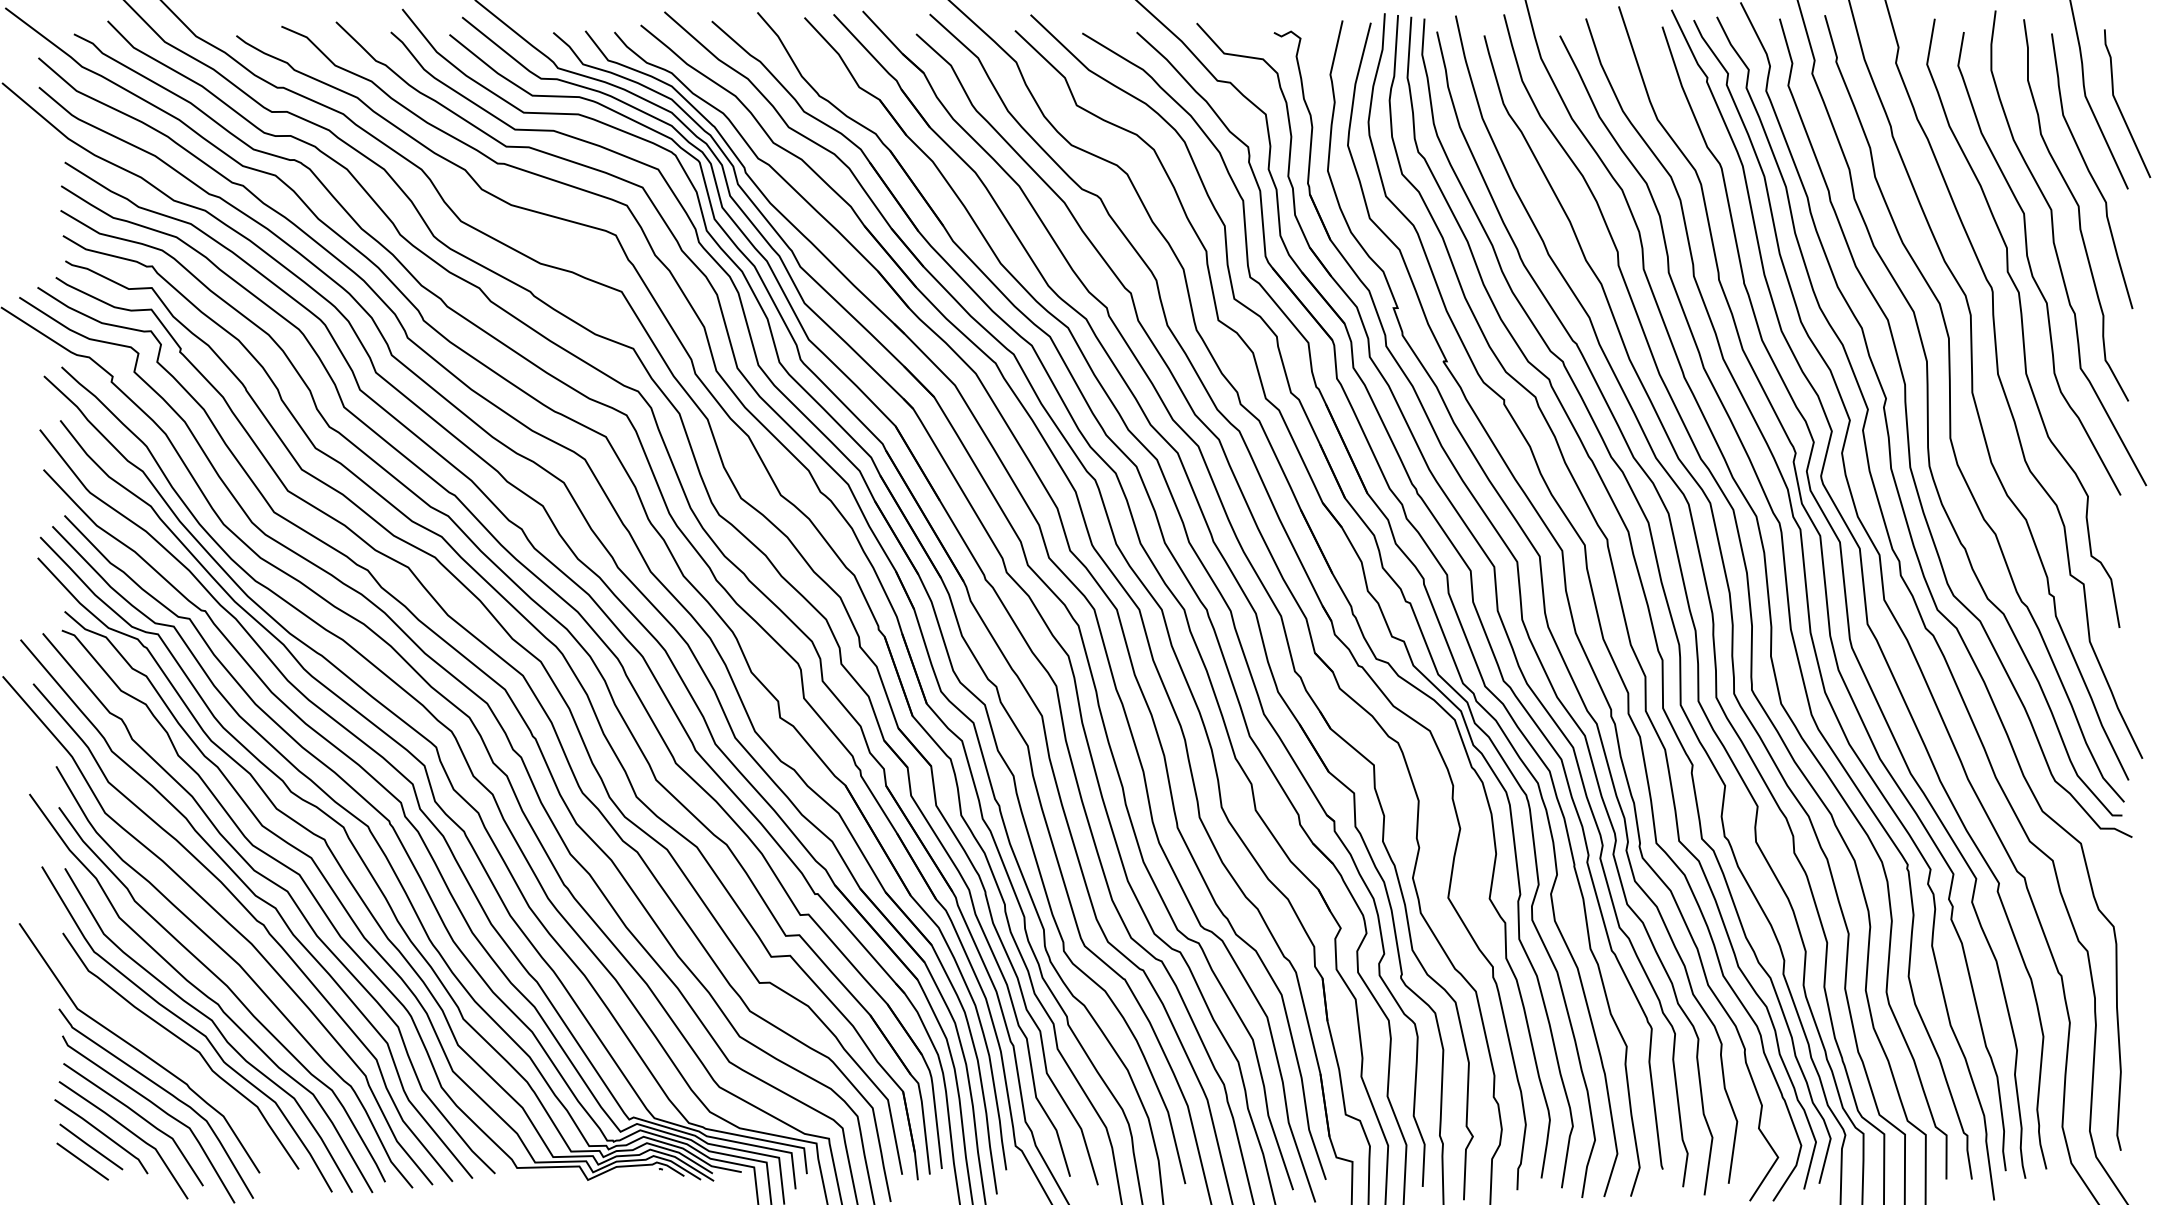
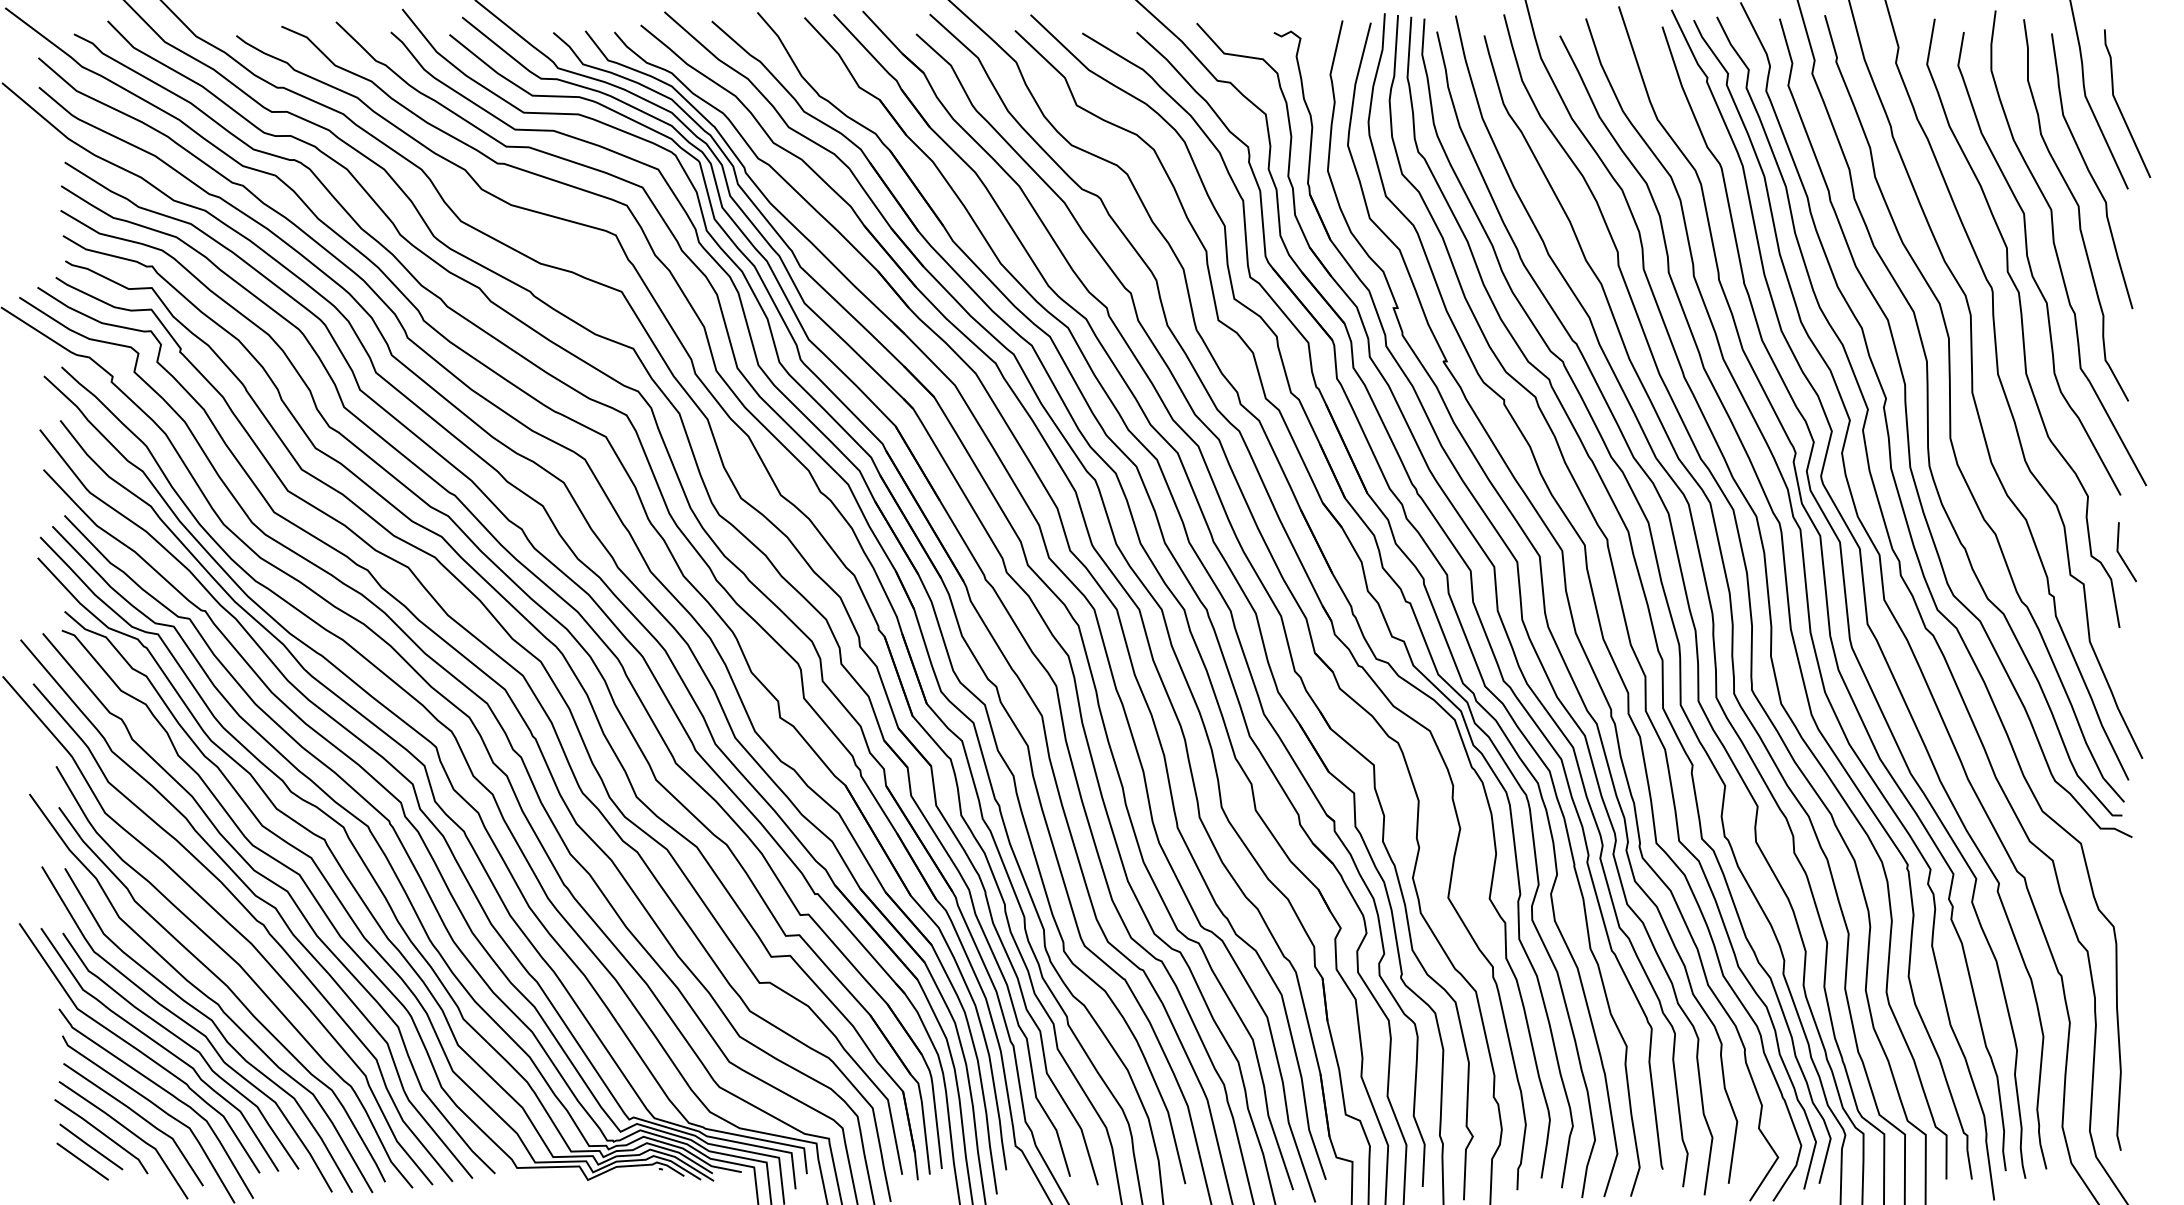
line at (2121, 555): none -> present
curve at (161, 1047): none -> present
